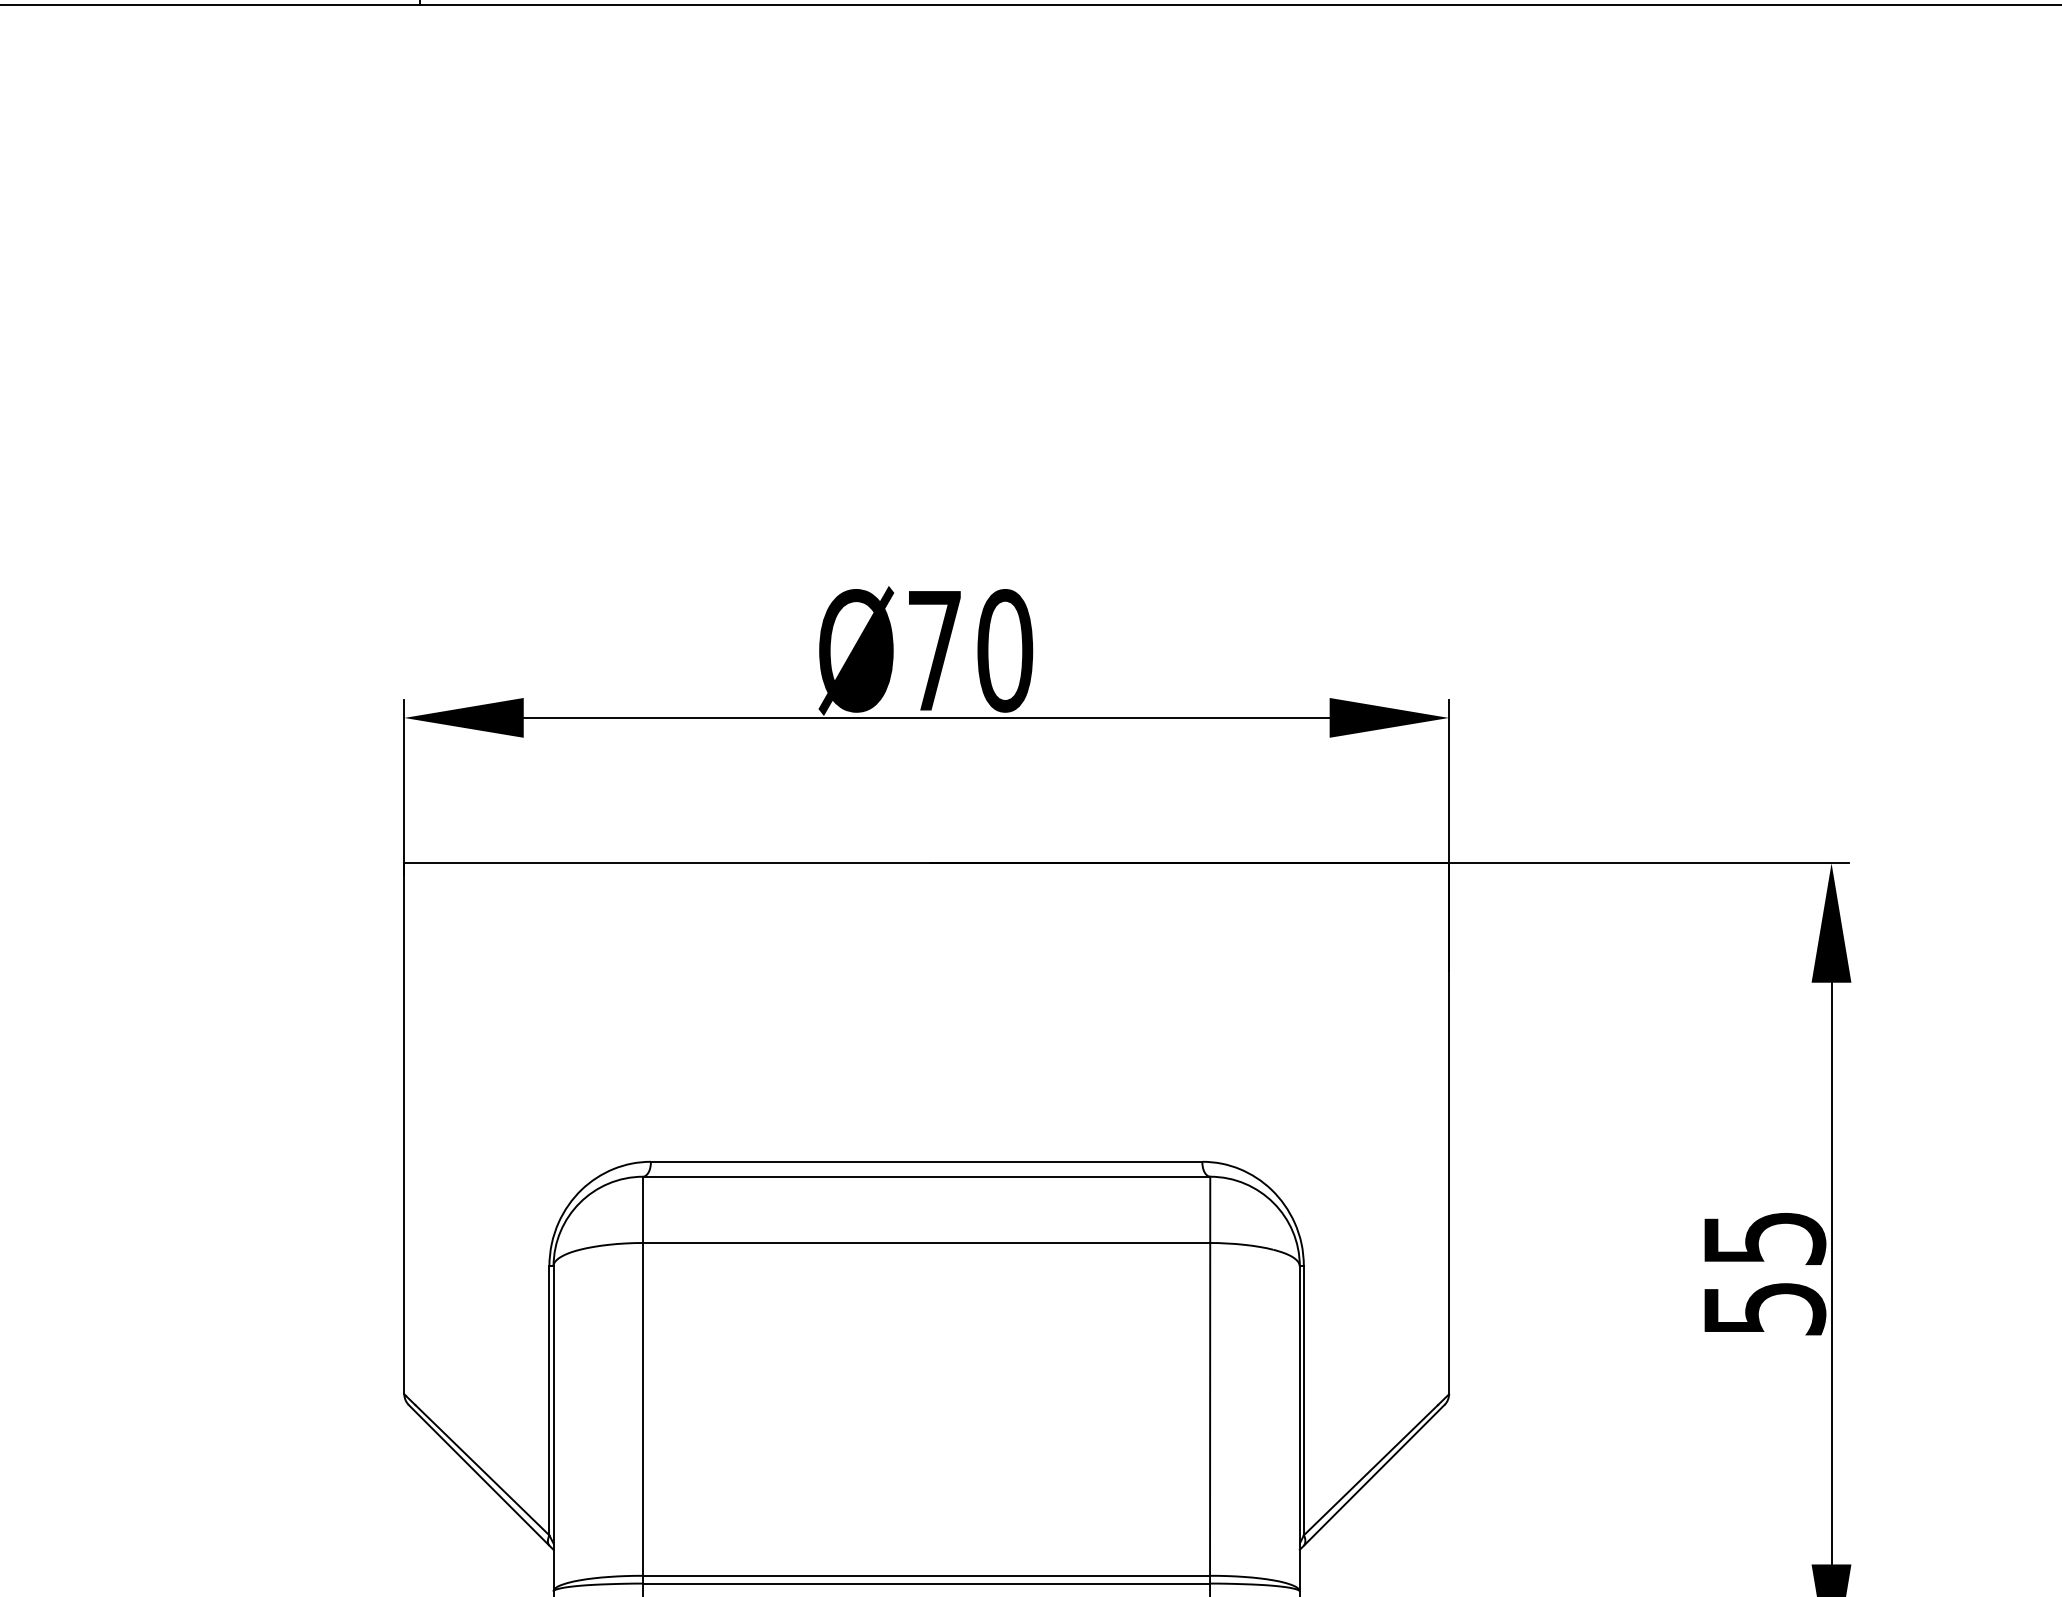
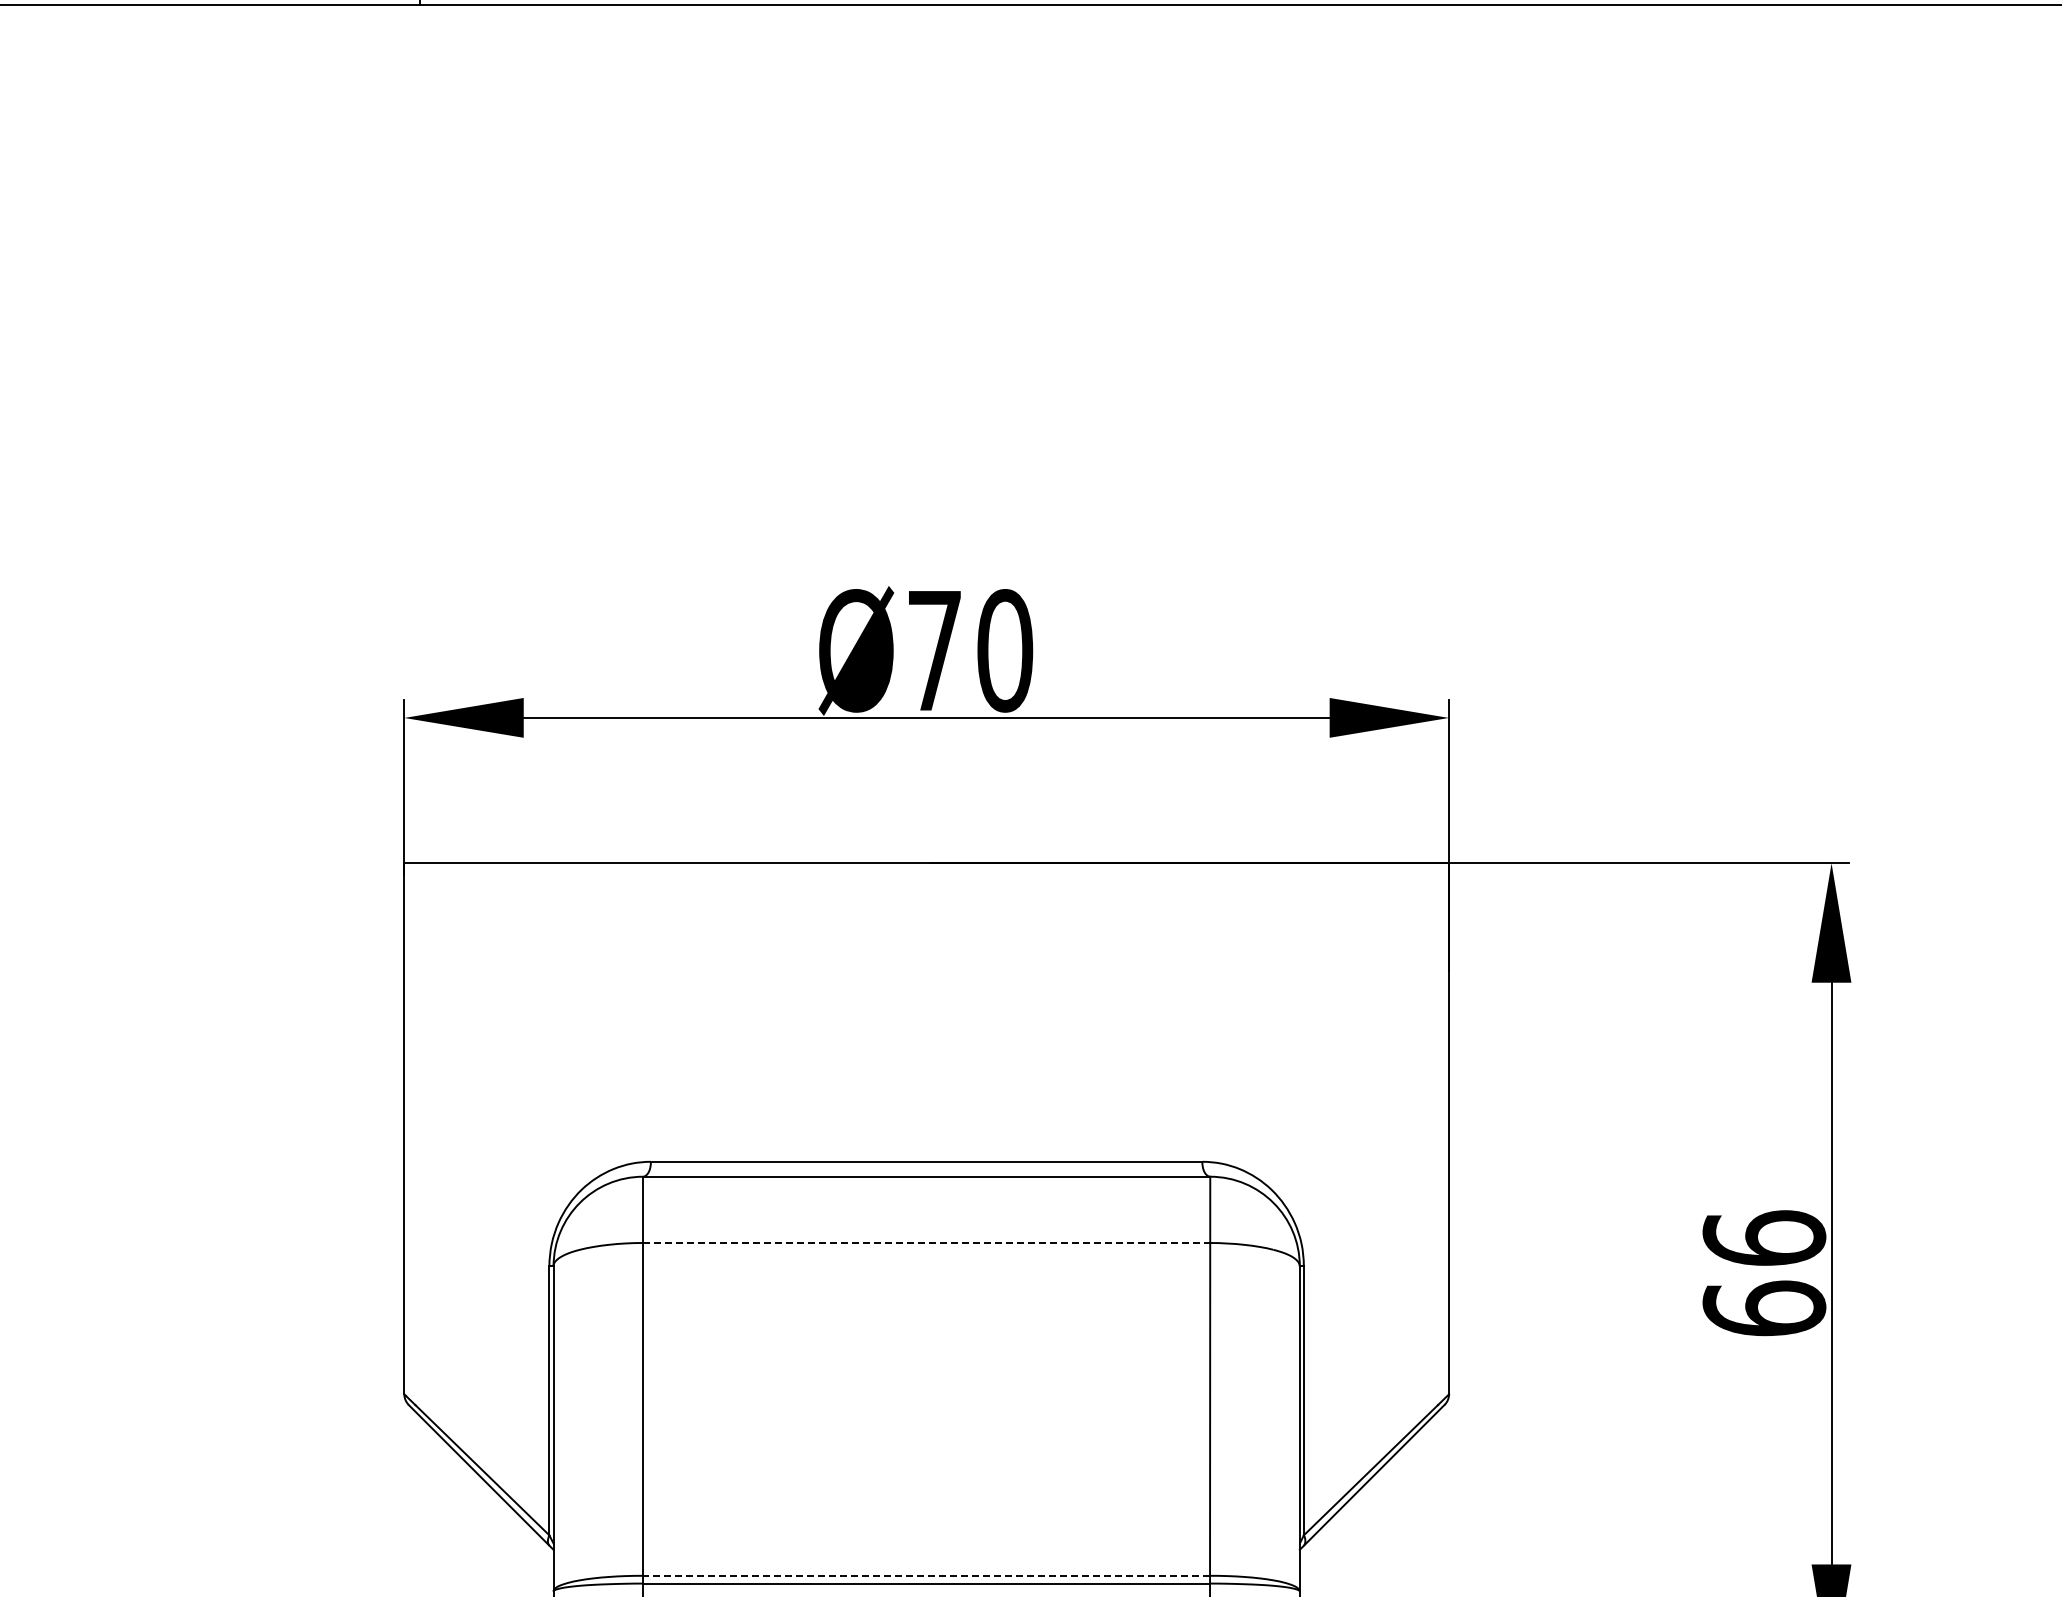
line at (926, 1243): solid -> dashed
text at (1764, 1273): 55 -> 66
line at (926, 1575): solid -> dashed
